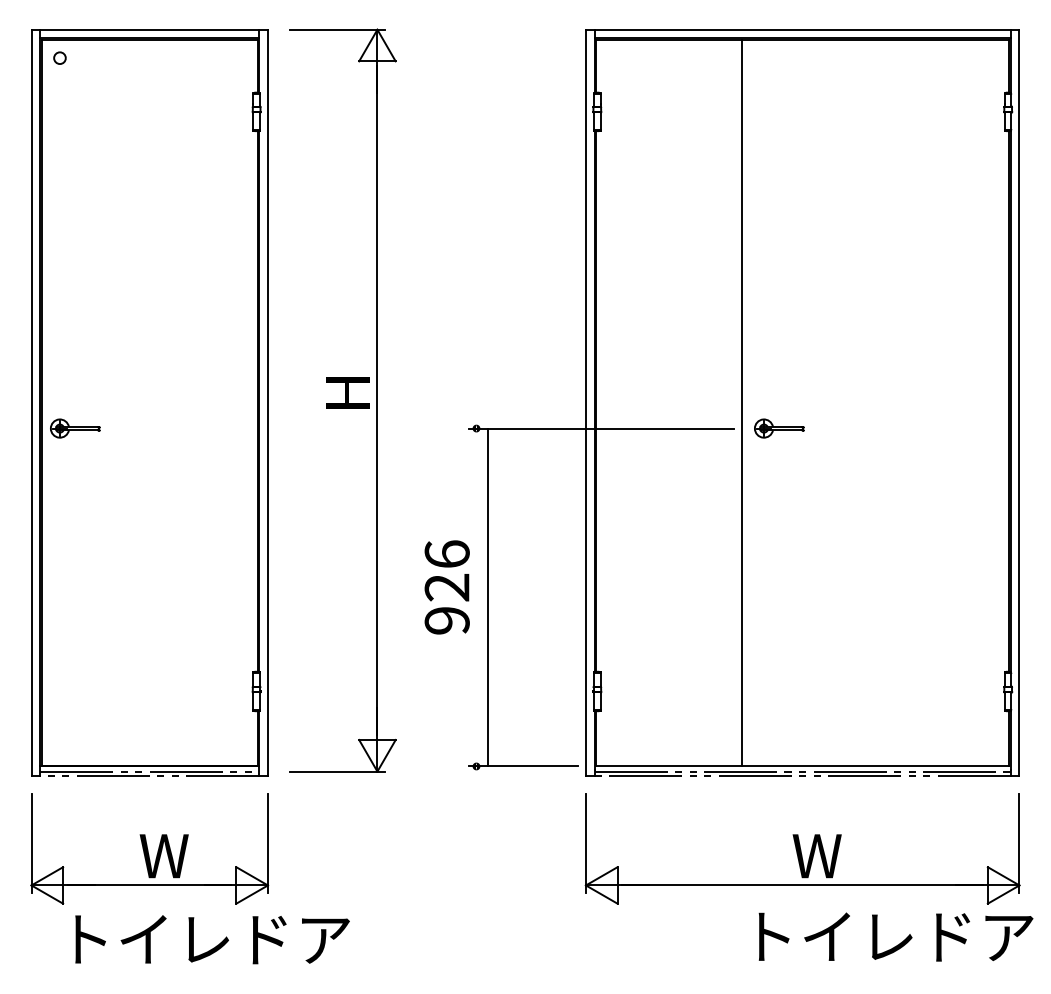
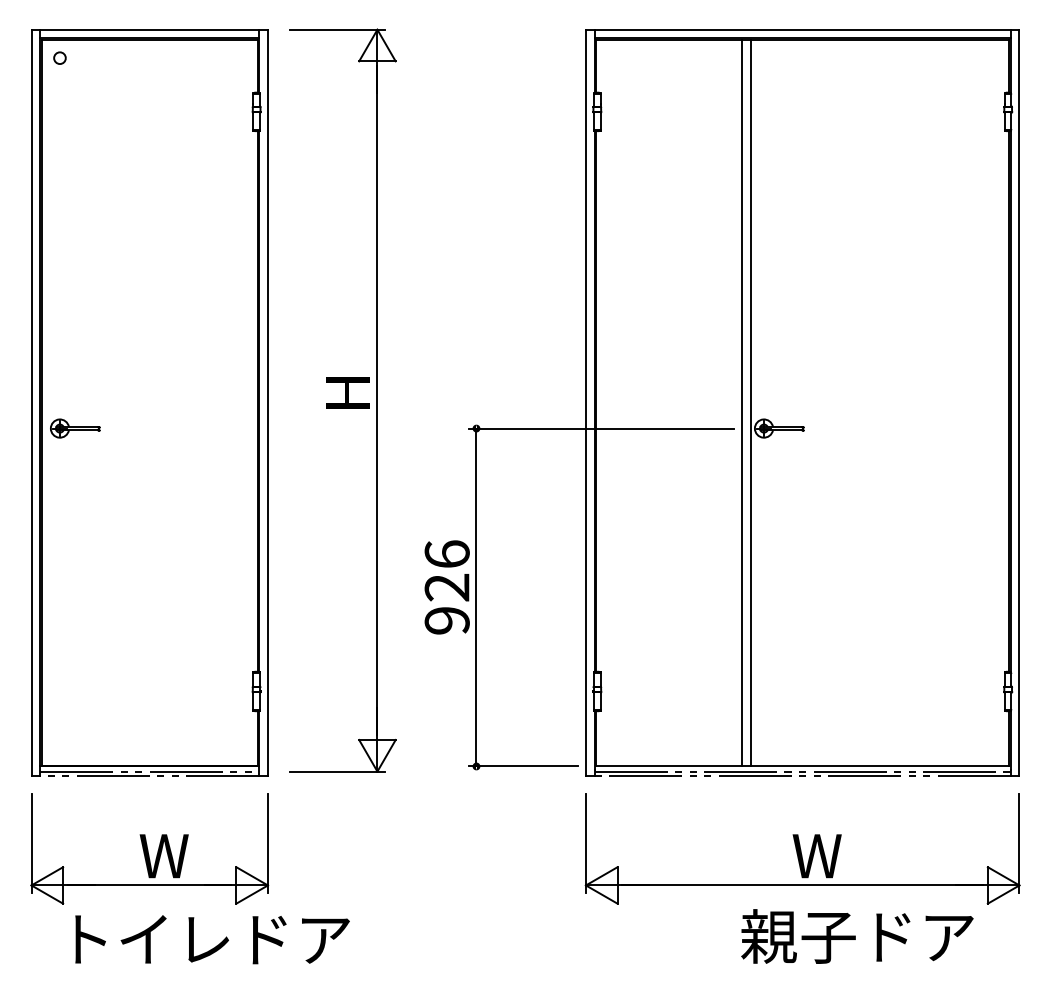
line at (751, 402): none -> present
line at (488, 597) position: (488, 597) -> (476, 597)
text at (887, 936): トイレドア -> 親子ドア
